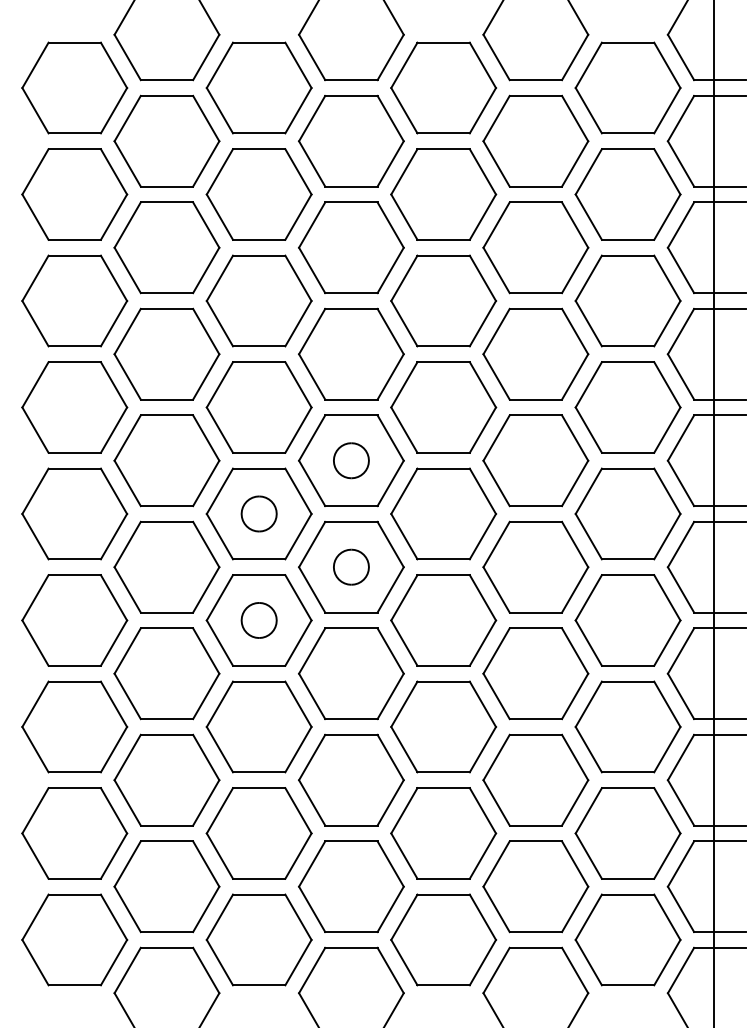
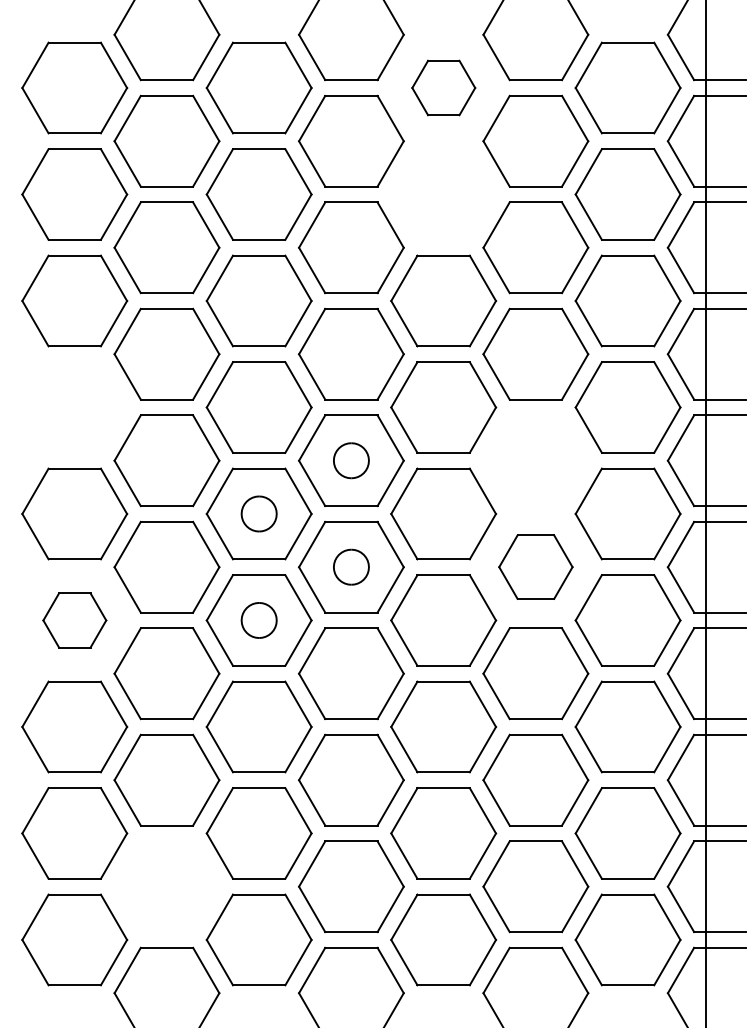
part at (443, 87) size: 108x94 px -> 66x58 px
part at (443, 194): present -> none
part at (74, 407): present -> none
part at (535, 460): present -> none
line at (713, 513) position: (713, 513) -> (705, 513)
part at (535, 566) size: 108x94 px -> 76x66 px
part at (74, 620) size: 108x93 px -> 66x57 px
part at (166, 886): present -> none
